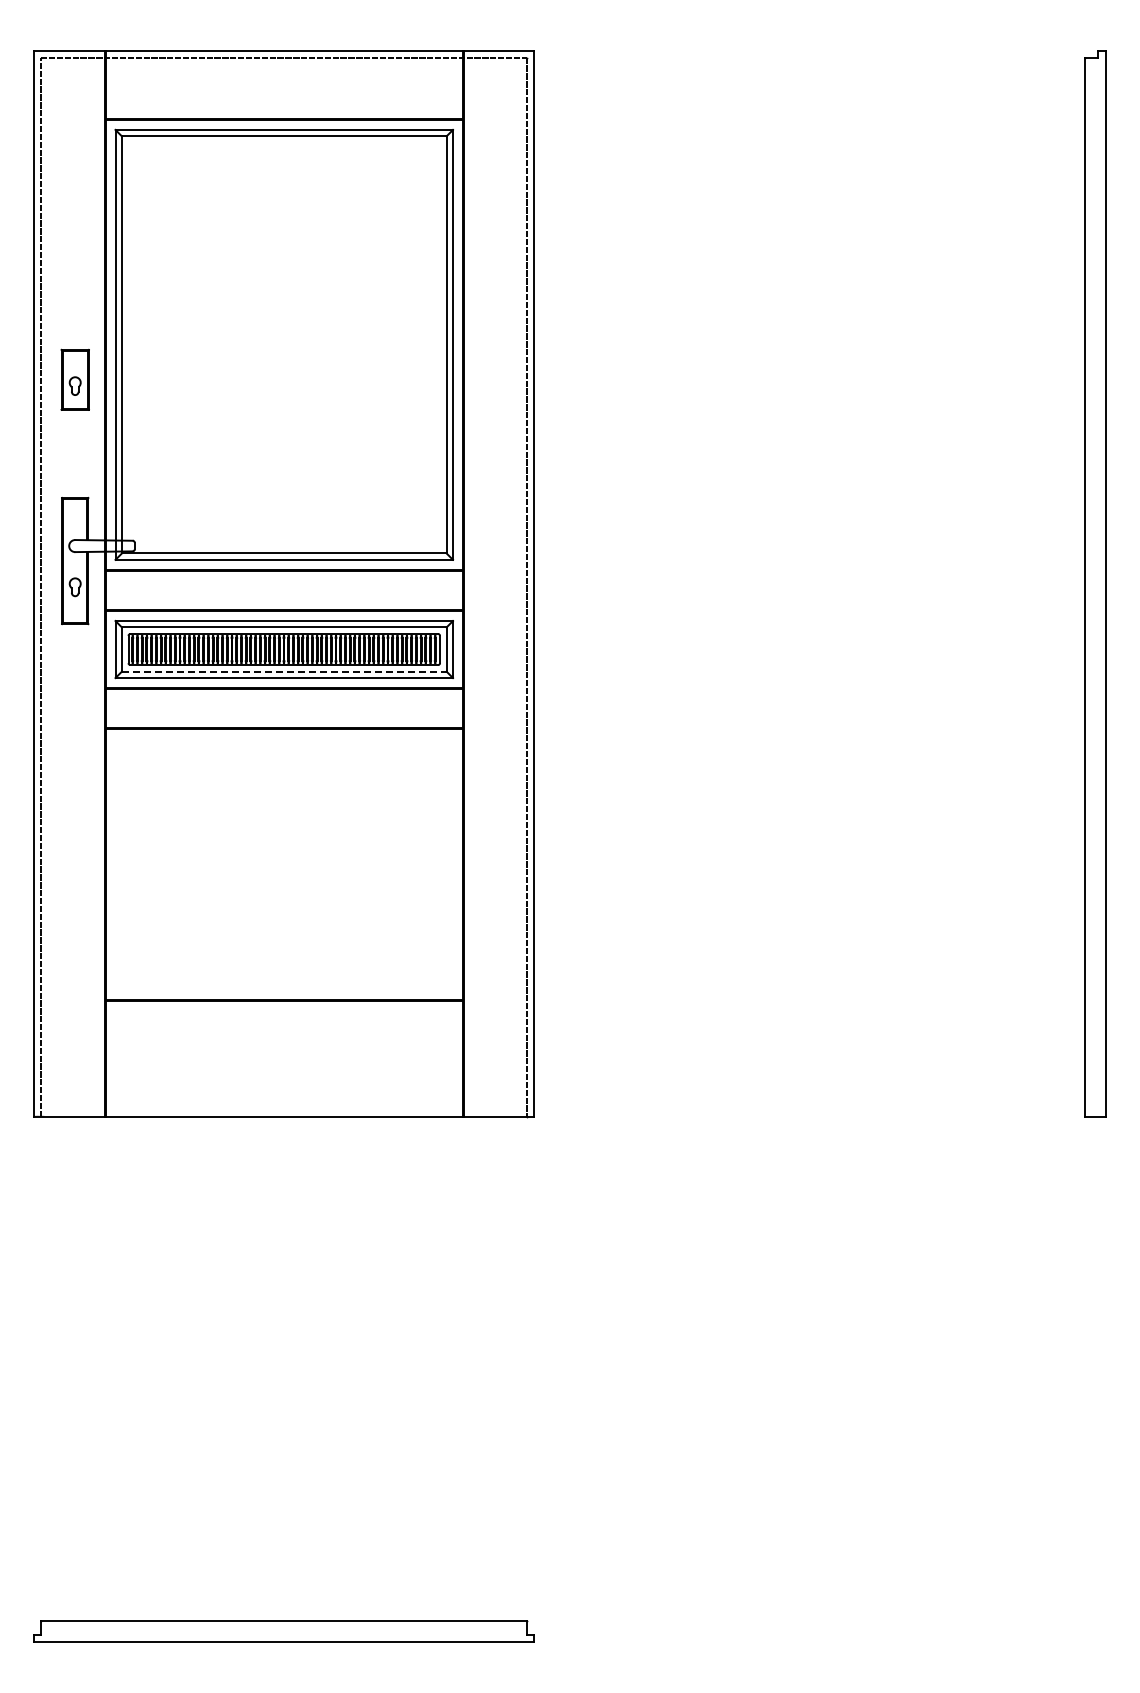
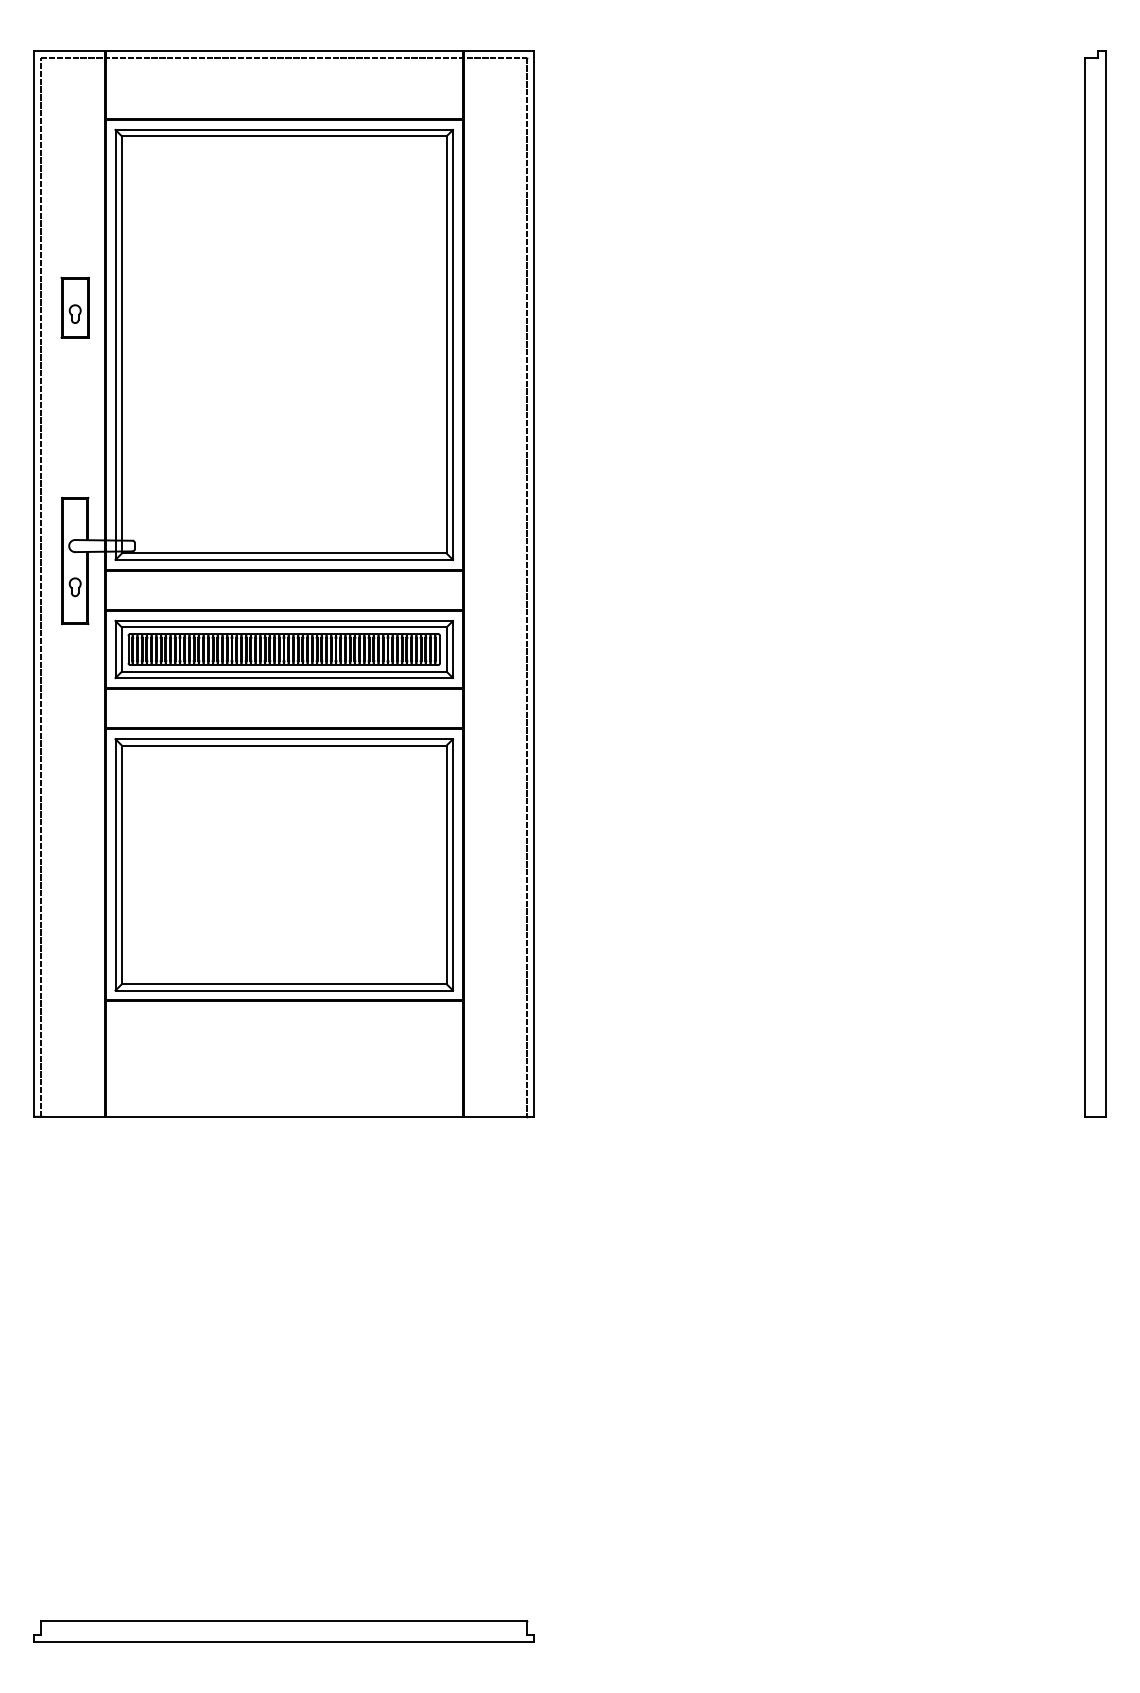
part at (74, 379) position: (74, 379) -> (74, 307)
line at (284, 671): dashed -> solid
part at (284, 864): none -> present
